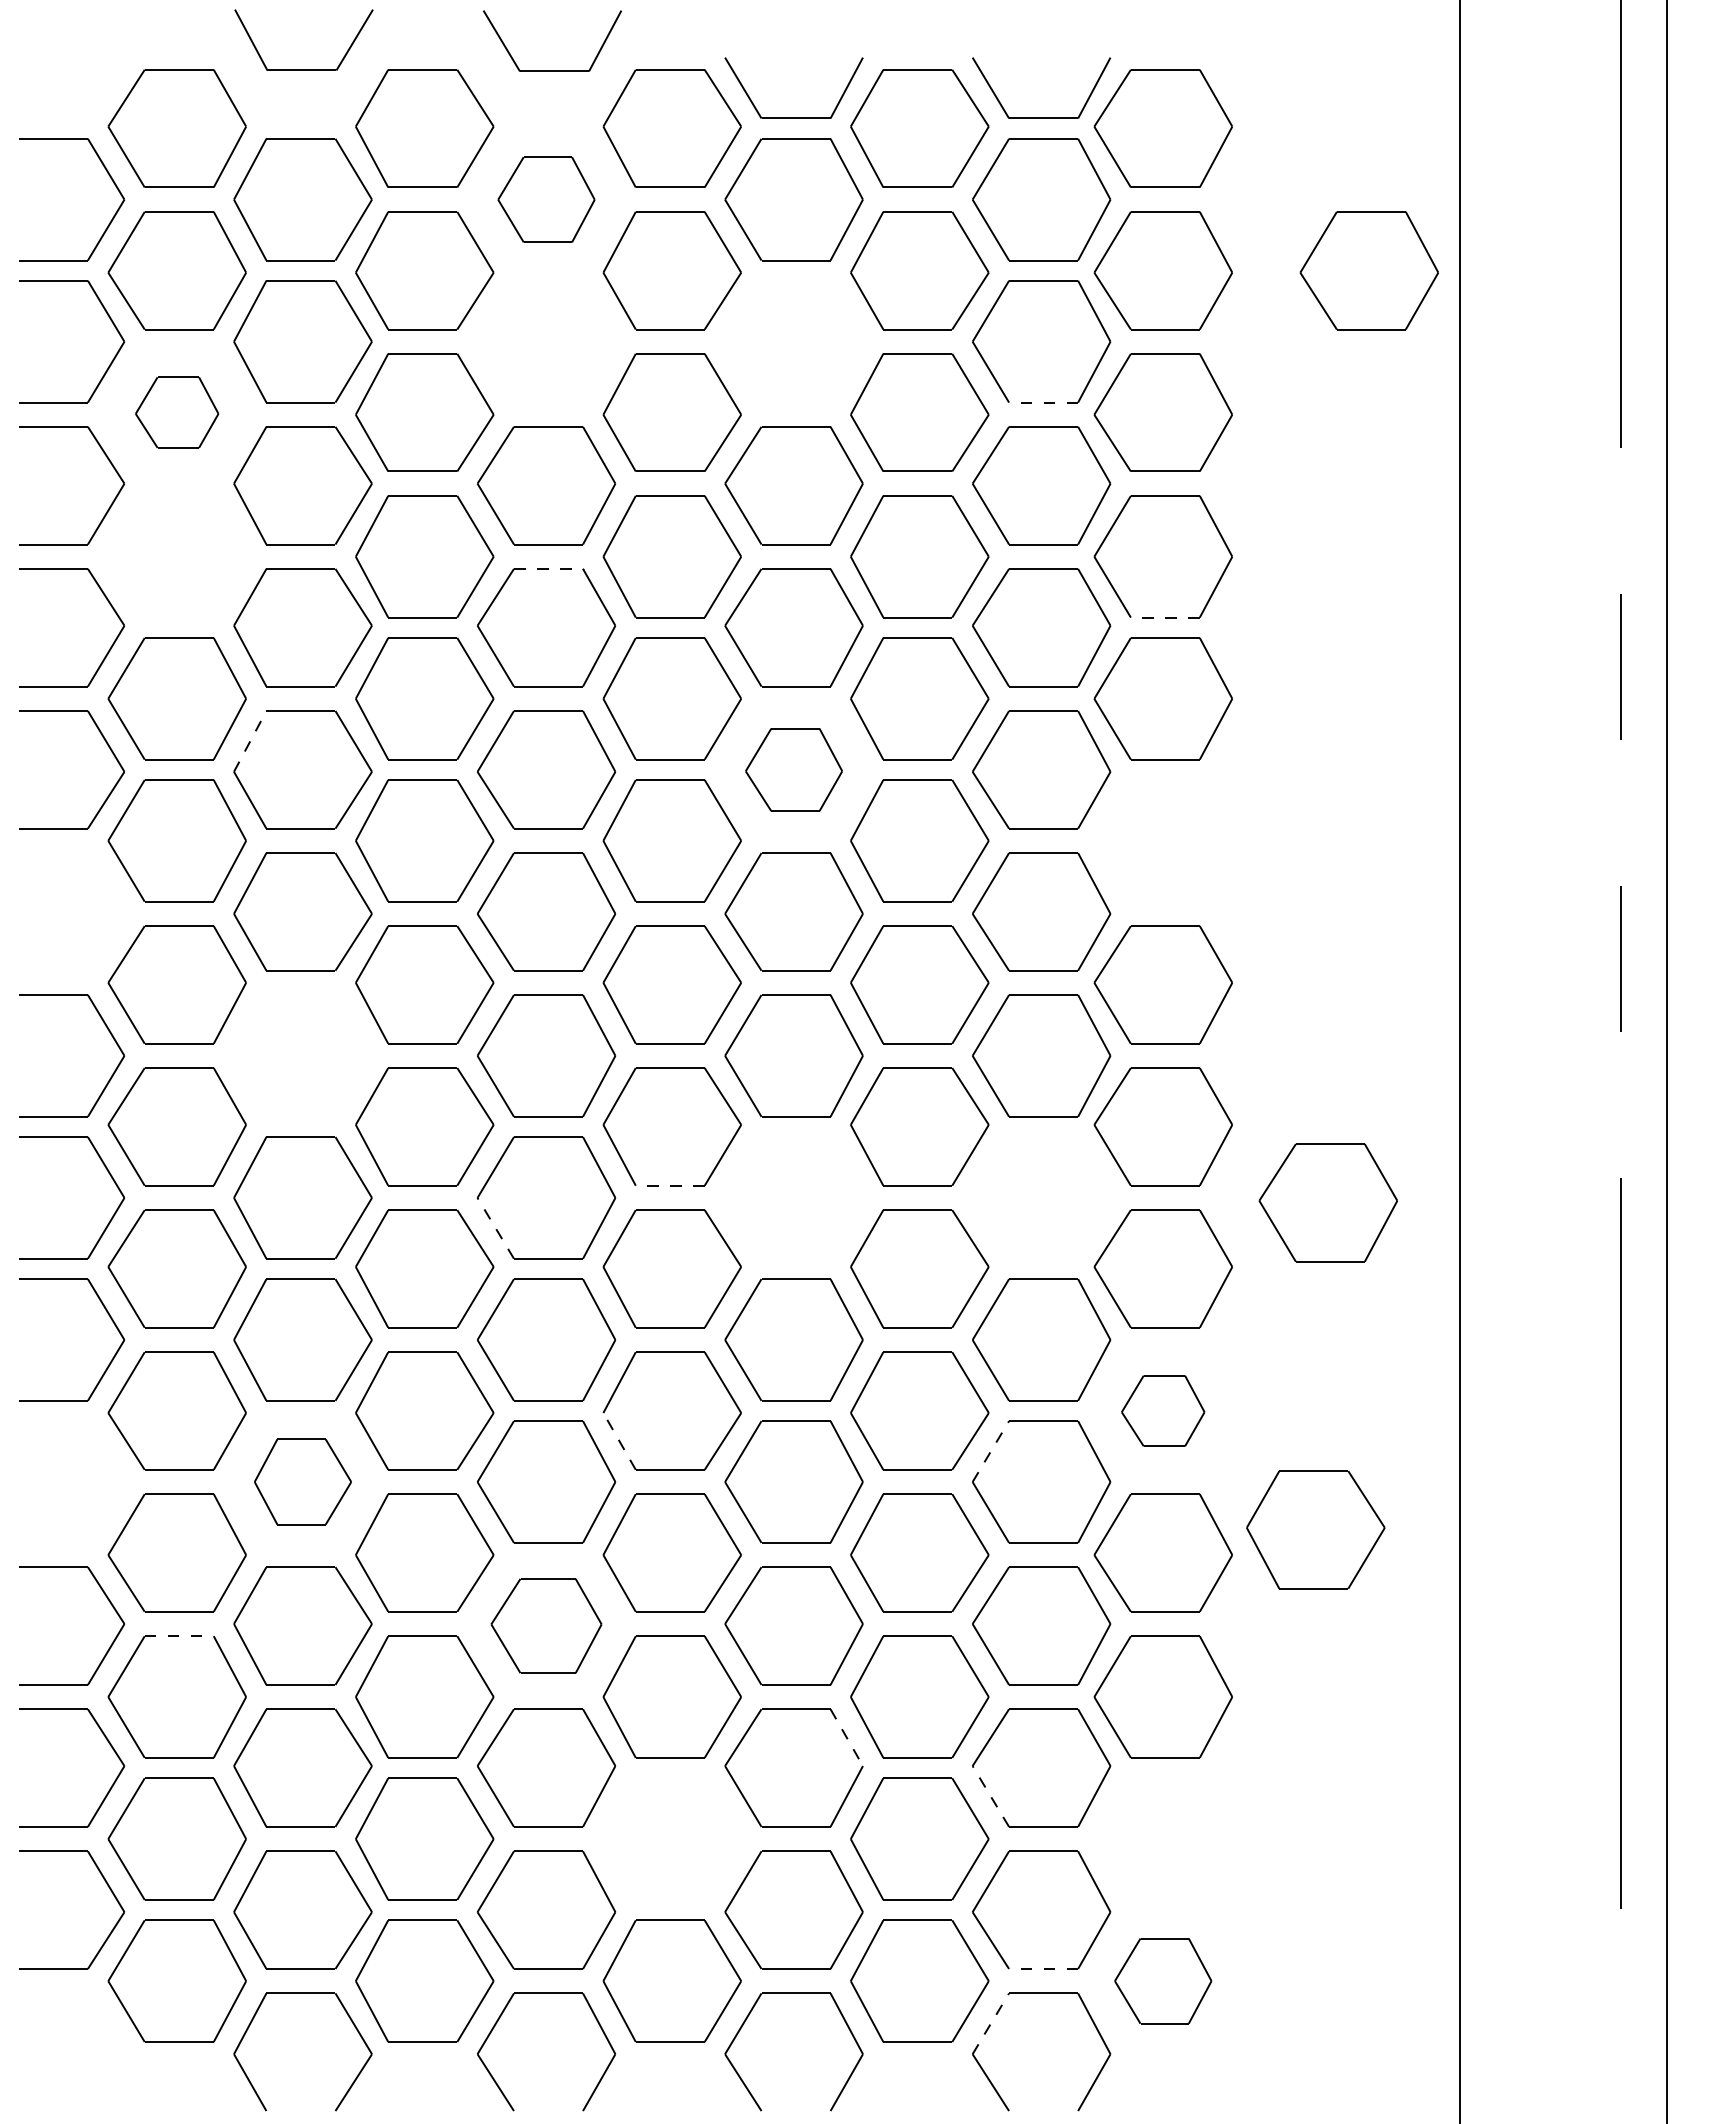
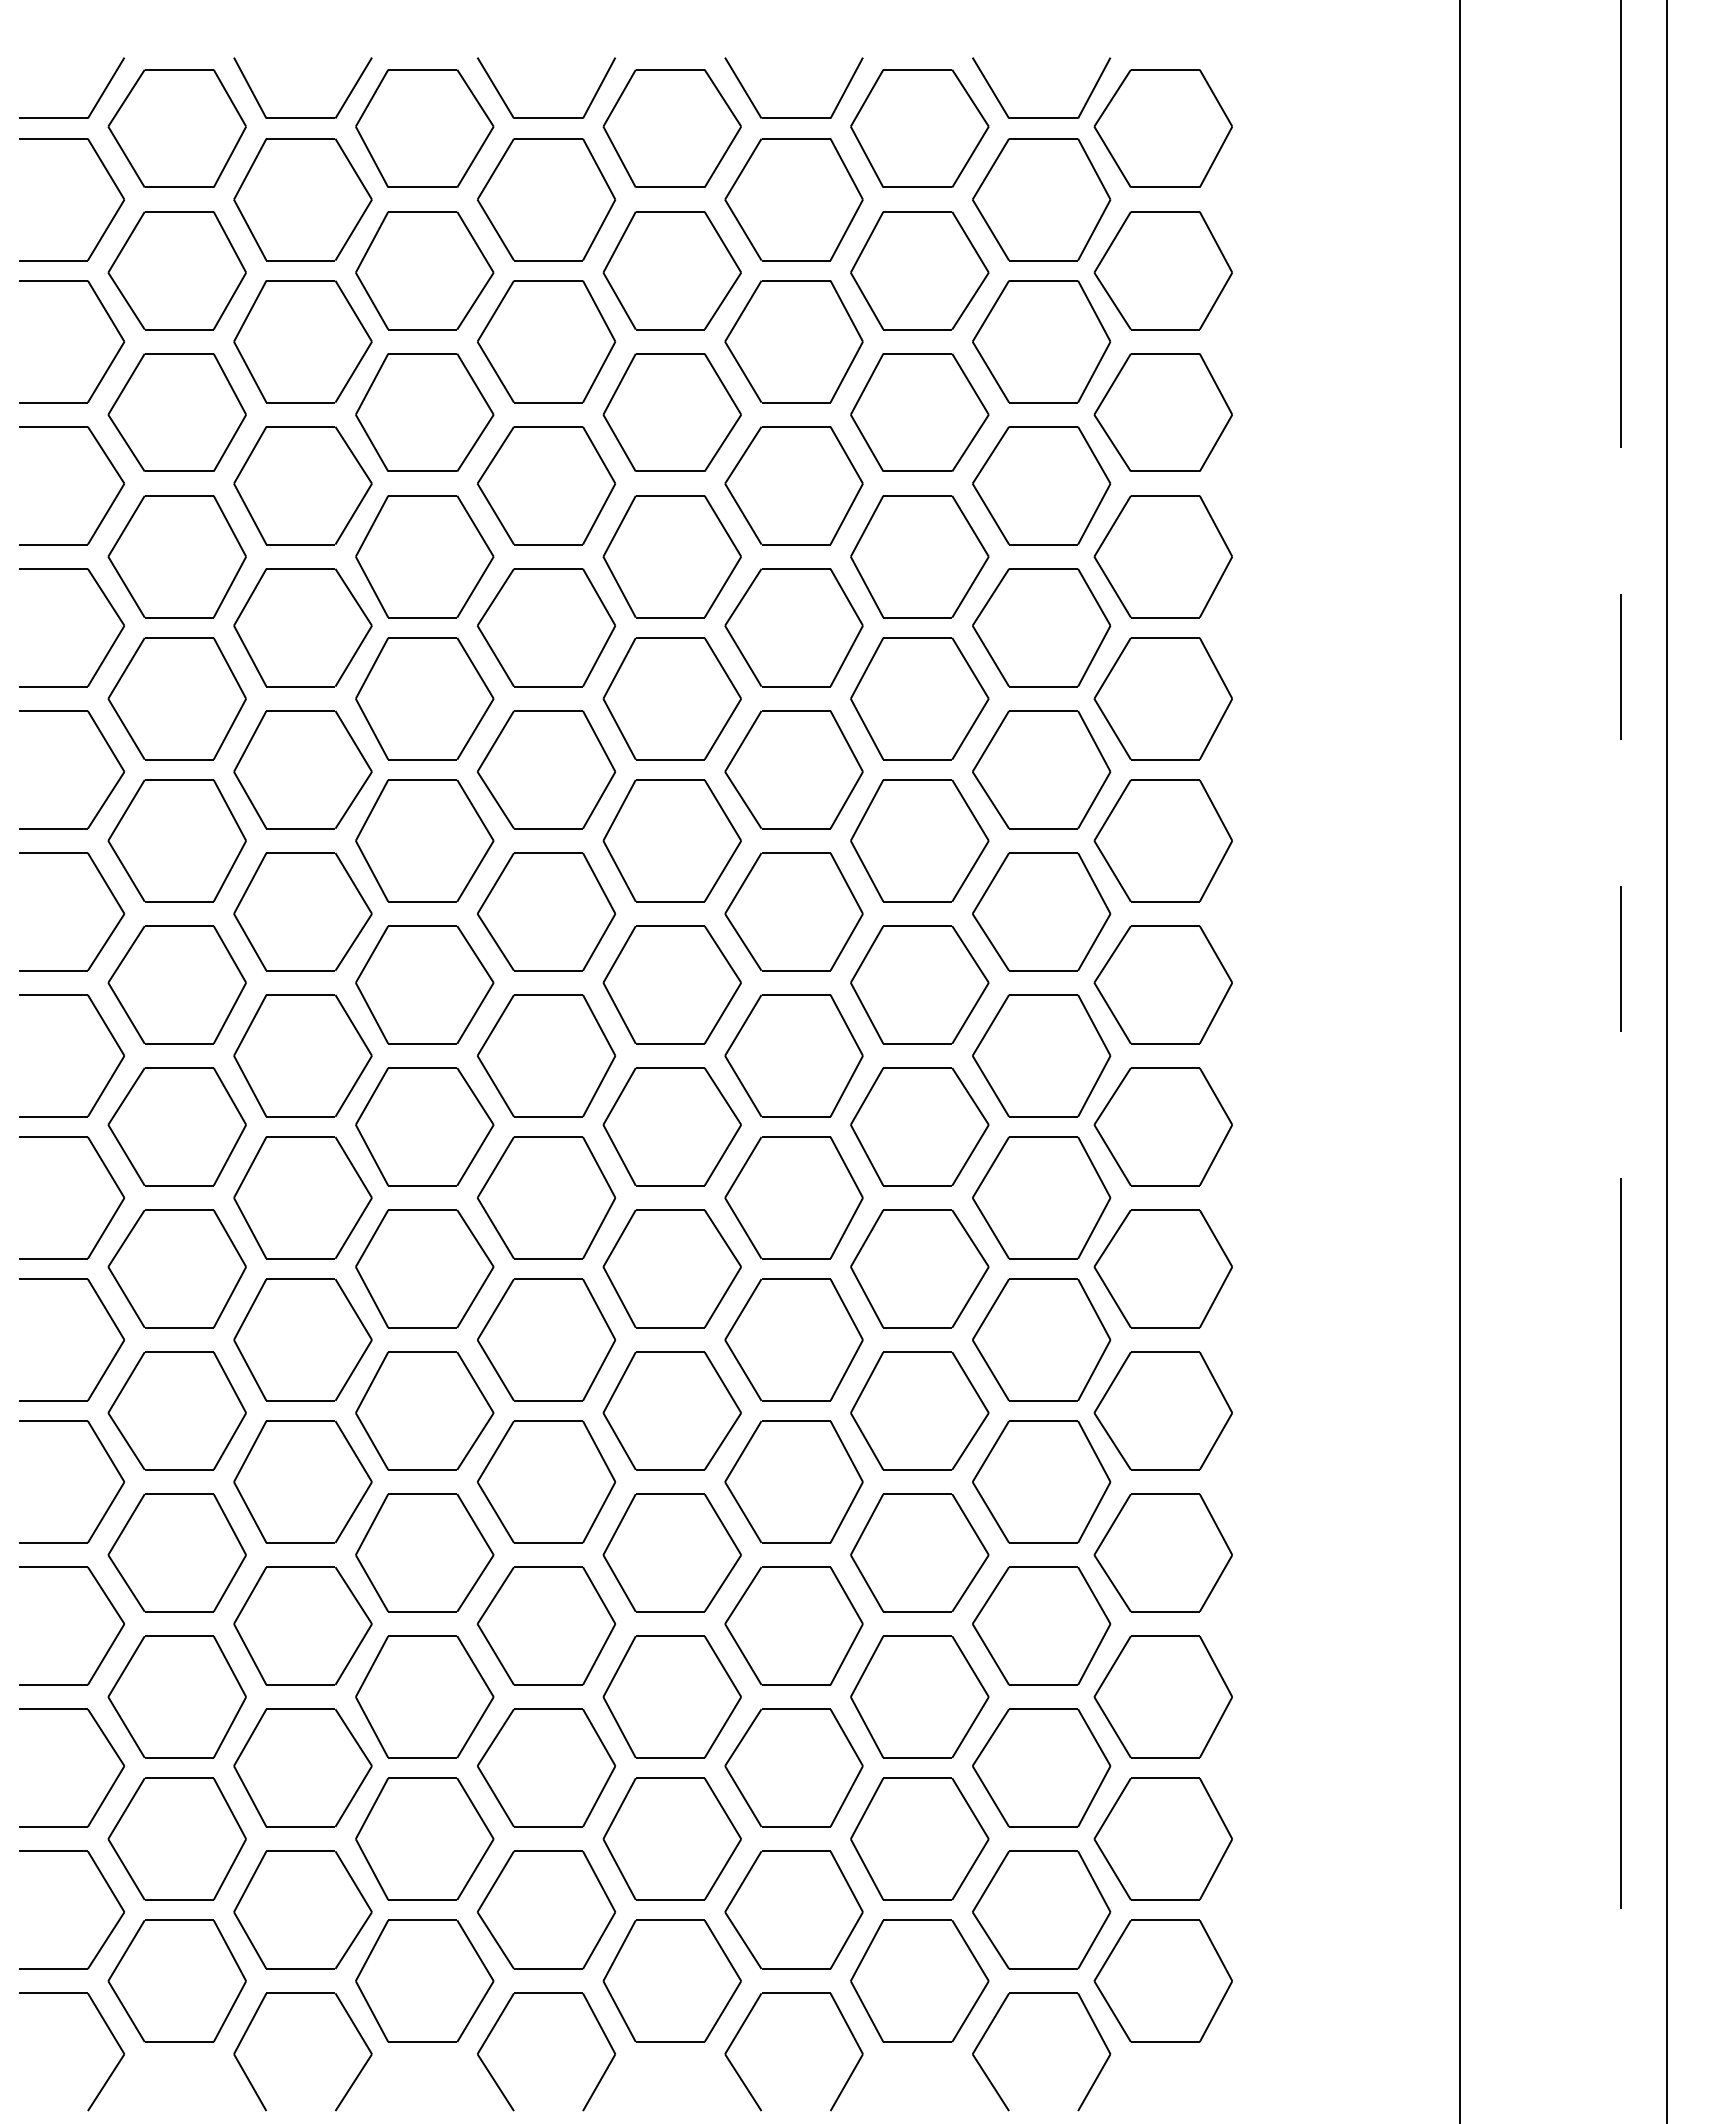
part at (303, 69) position: (303, 69) -> (302, 117)
part at (552, 70) position: (552, 70) -> (546, 117)
part at (95, 103): none -> present
part at (546, 199) size: 99x87 px -> 139x124 px
part at (1368, 270): present -> none
part at (546, 341): none -> present
part at (793, 341): none -> present
line at (1043, 402): dashed -> solid
part at (177, 412) size: 85x73 px -> 140x119 px
part at (176, 556): none -> present
line at (548, 568): dashed -> solid
line at (1164, 617): dashed -> solid
line at (250, 740): dashed -> solid
part at (793, 769) size: 98x84 px -> 140x120 px
part at (1162, 840): none -> present
part at (109, 891): none -> present
part at (302, 1055): none -> present
line at (669, 1185): dashed -> solid
part at (793, 1197): none -> present
part at (1041, 1197): none -> present
part at (1327, 1202): present -> none
line at (495, 1227): dashed -> solid
part at (1163, 1410) size: 85x72 px -> 140x120 px
line at (619, 1441): dashed -> solid
line at (990, 1451): dashed -> solid
part at (109, 1459): none -> present
part at (302, 1481) size: 98x88 px -> 140x124 px
part at (1315, 1529): present -> none
part at (546, 1625) size: 113x96 px -> 139x120 px
line at (179, 1636): dashed -> solid
line at (846, 1737): dashed -> solid
line at (990, 1796): dashed -> solid
part at (671, 1838): none -> present
part at (1162, 1838): none -> present
line at (1043, 1968): dashed -> solid
part at (1163, 1981) size: 99x87 px -> 140x124 px
line at (991, 2023): dashed -> solid
part at (109, 2031): none -> present
